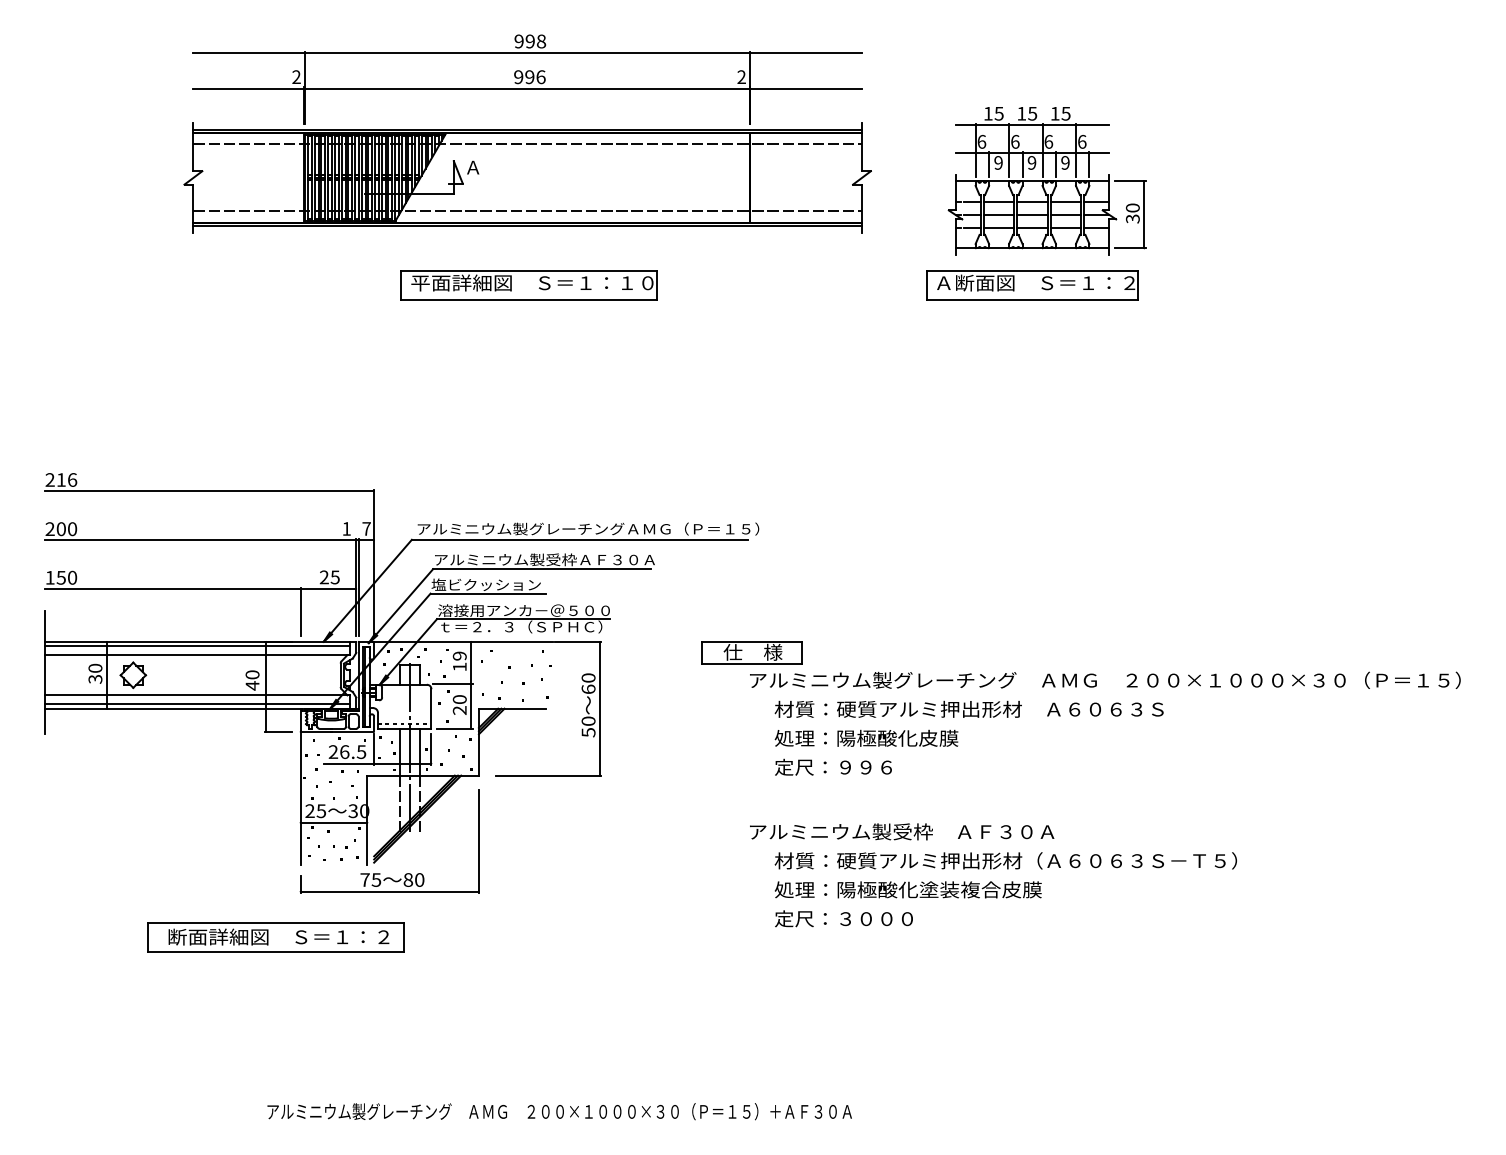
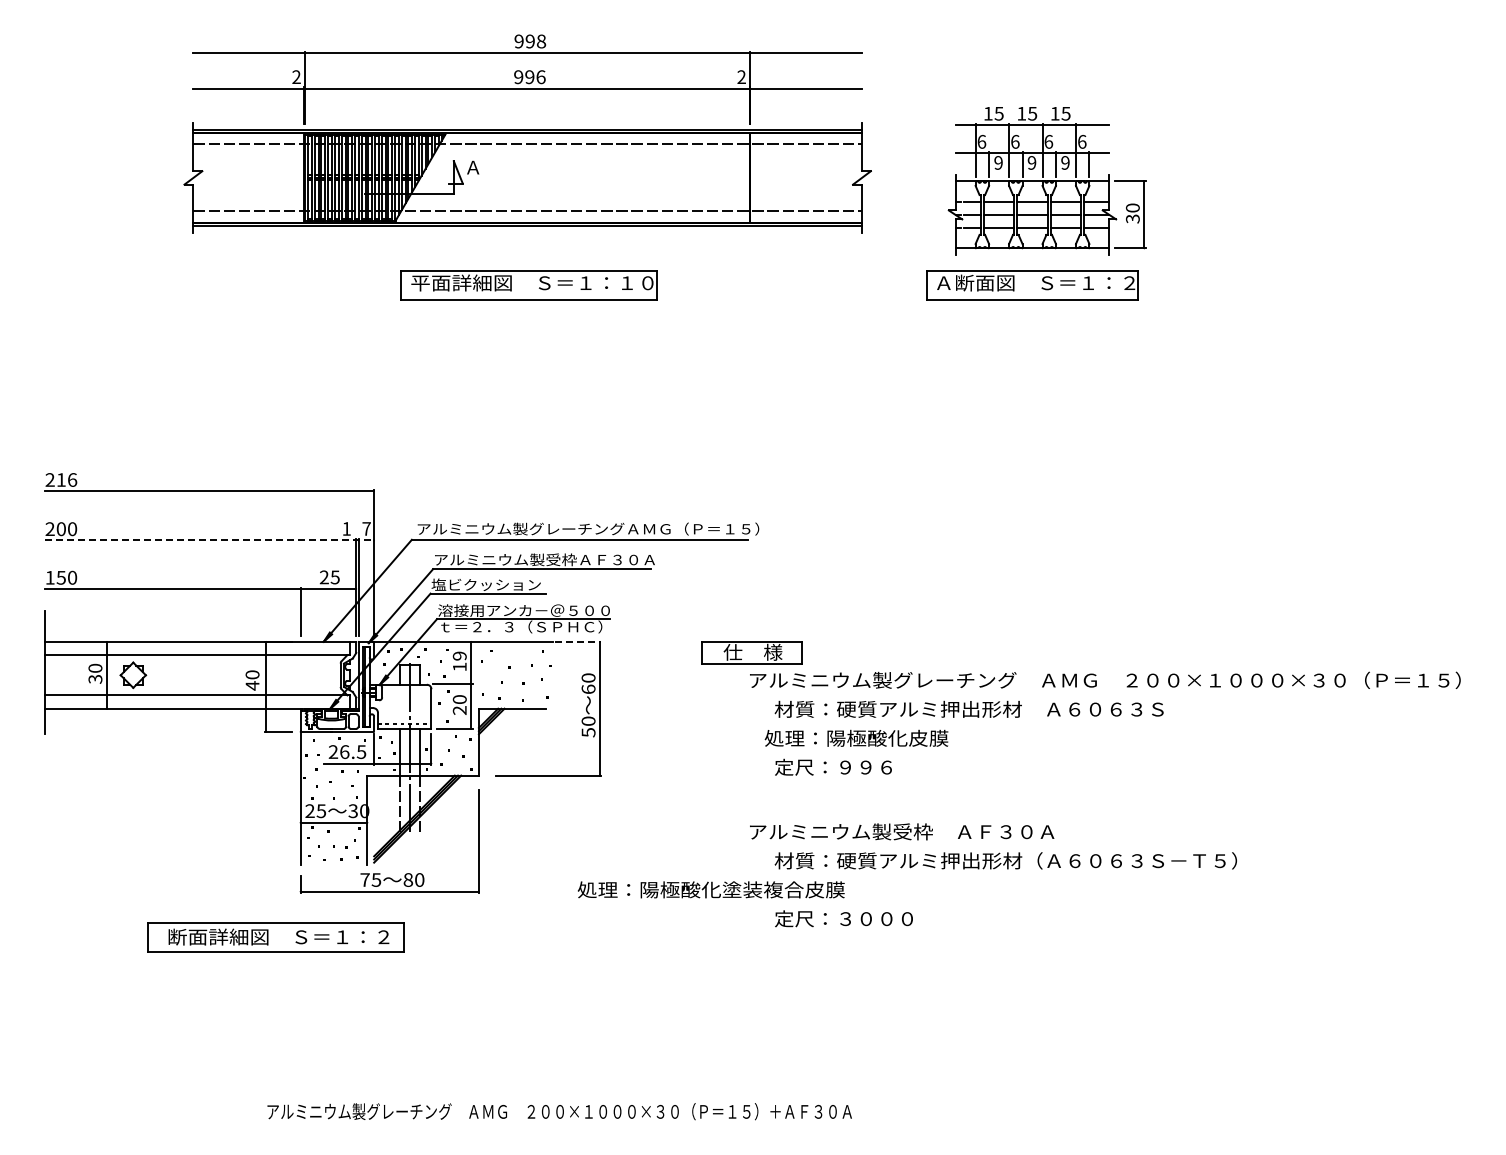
line at (210, 540): solid -> dashed
line at (578, 641): solid -> dashed
line at (197, 646): present -> none
line at (197, 704): present -> none
text at (866, 737) position: (866, 737) -> (856, 737)
text at (907, 889) position: (907, 889) -> (710, 889)
